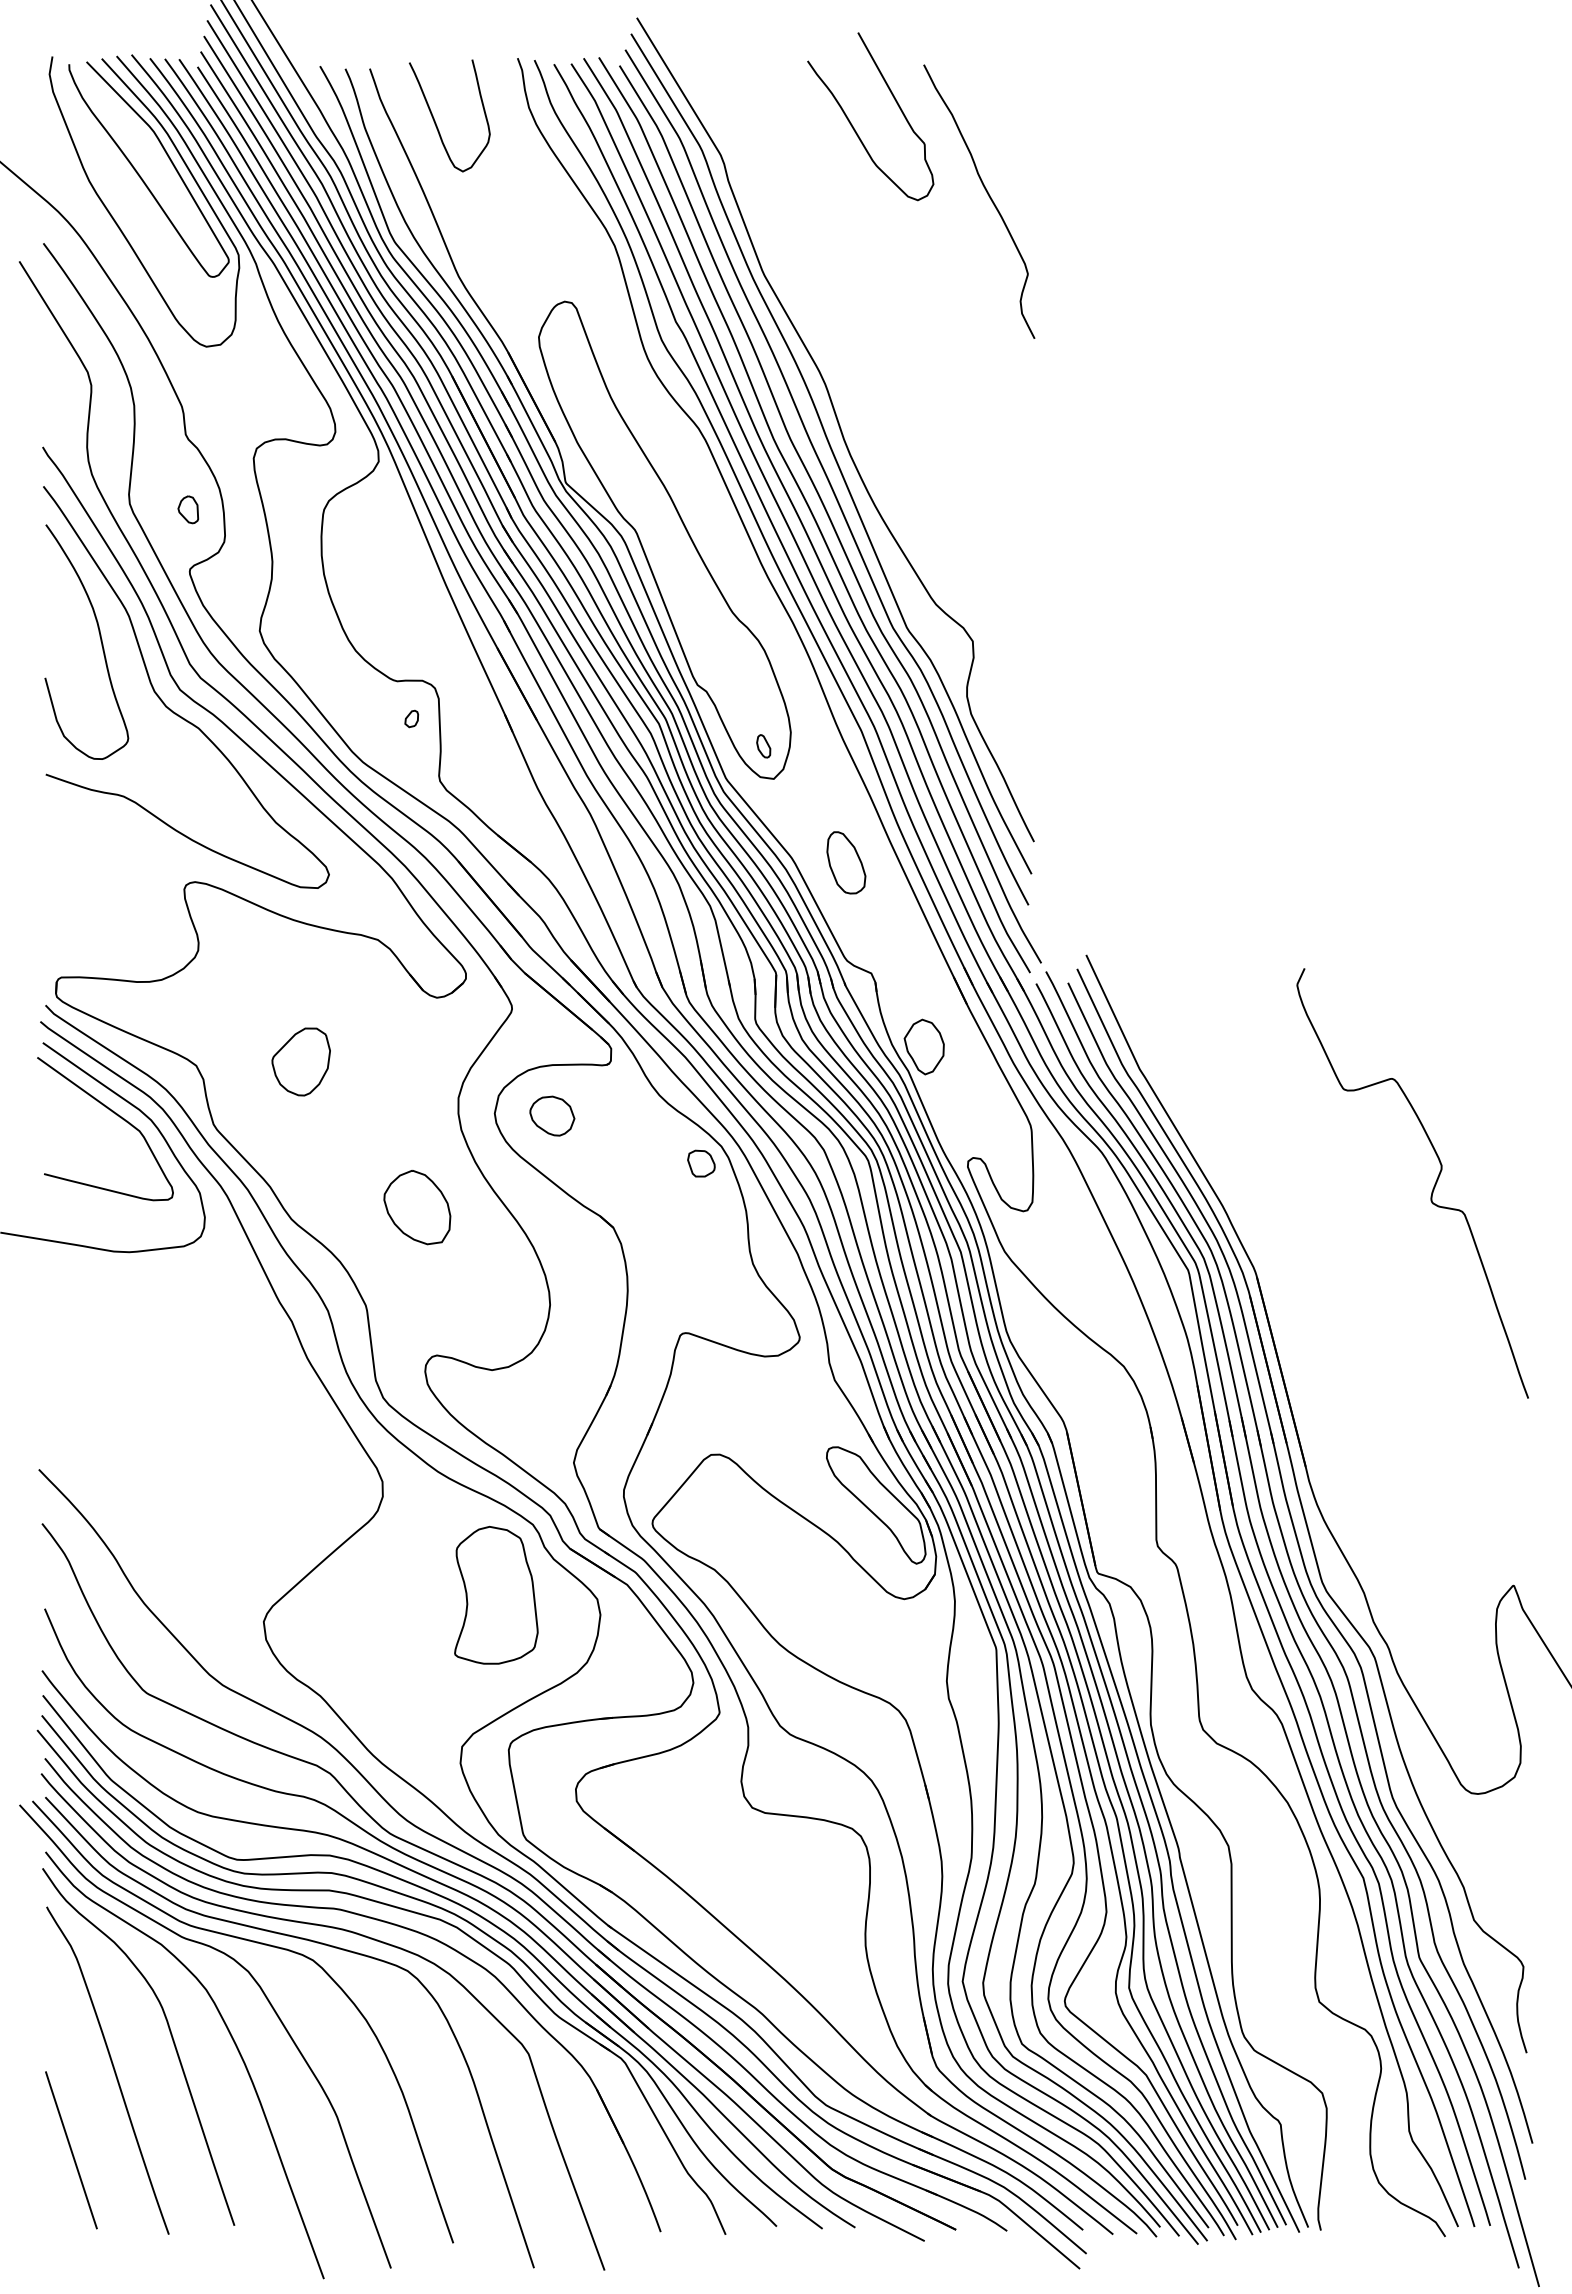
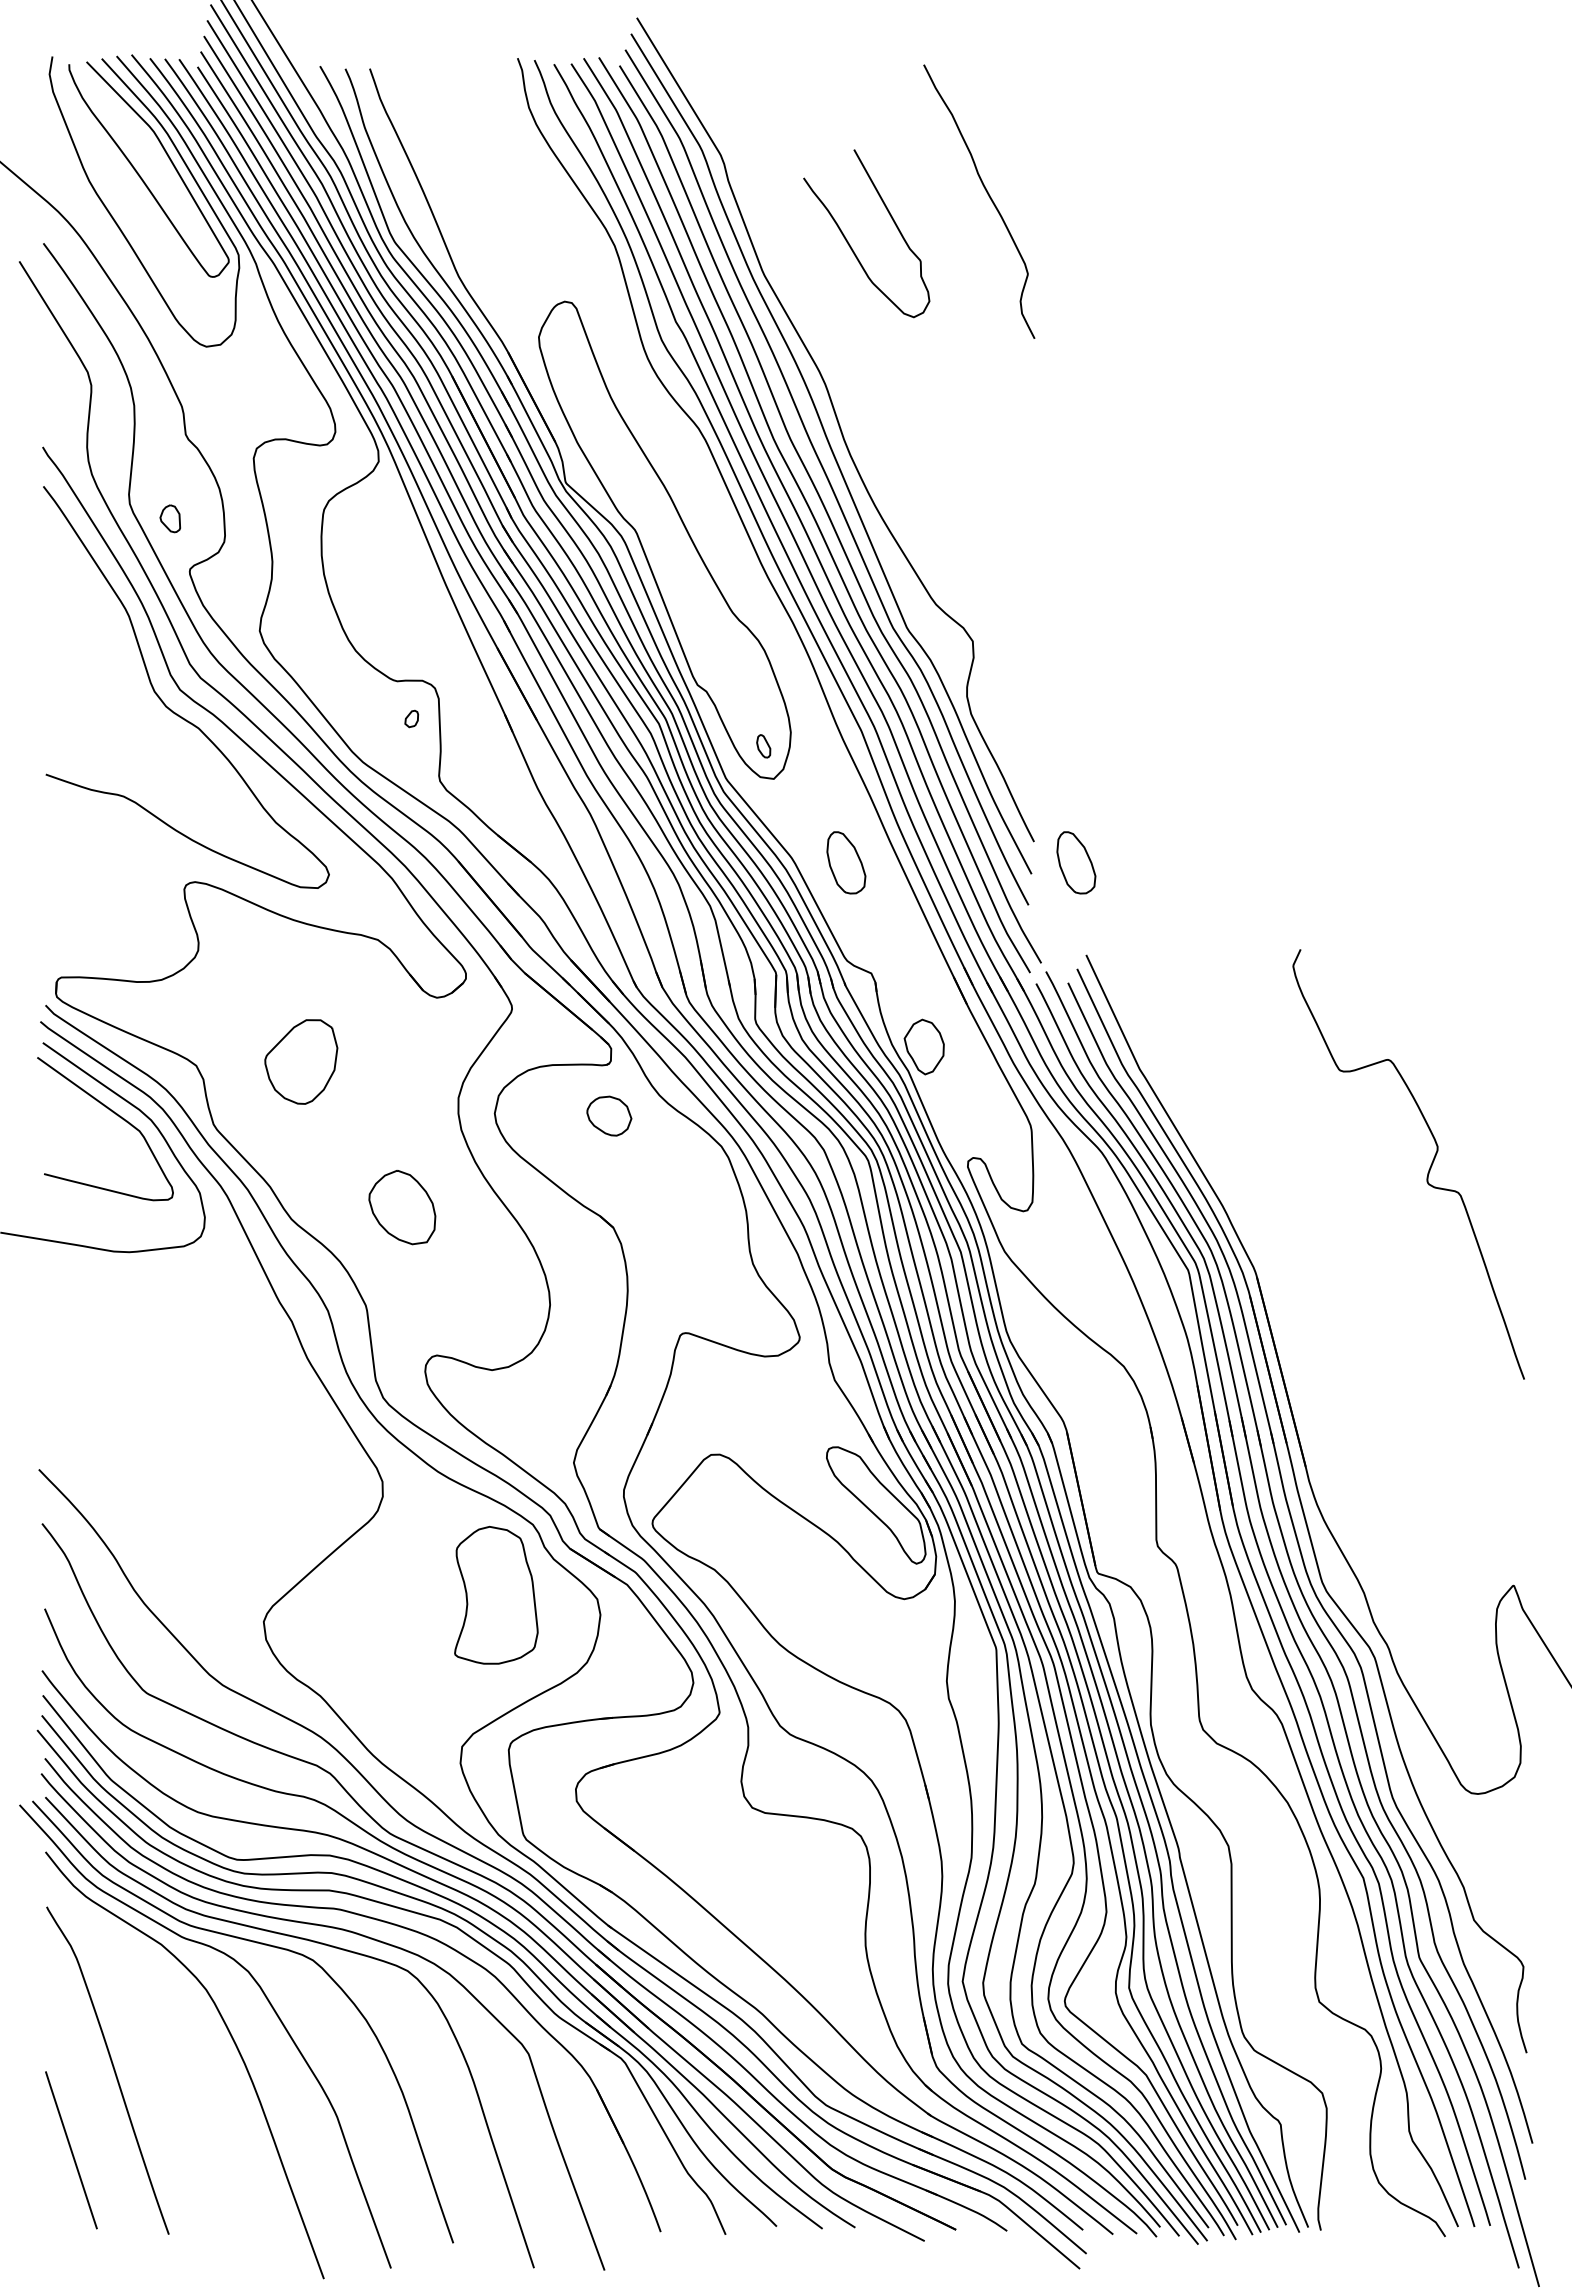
curve at (435, 120): present -> none
curve at (854, 127) position: (854, 127) -> (850, 244)
part at (188, 509) position: (188, 509) -> (170, 518)
curve at (99, 636): present -> none
part at (1076, 862): none -> present
part at (300, 1061) size: 60x70 px -> 75x86 px
part at (552, 1115) position: (552, 1115) -> (609, 1115)
part at (701, 1163): present -> none
curve at (1432, 1188) position: (1432, 1188) -> (1428, 1169)
part at (417, 1207) position: (417, 1207) -> (402, 1207)
curve at (170, 2035): present -> none
